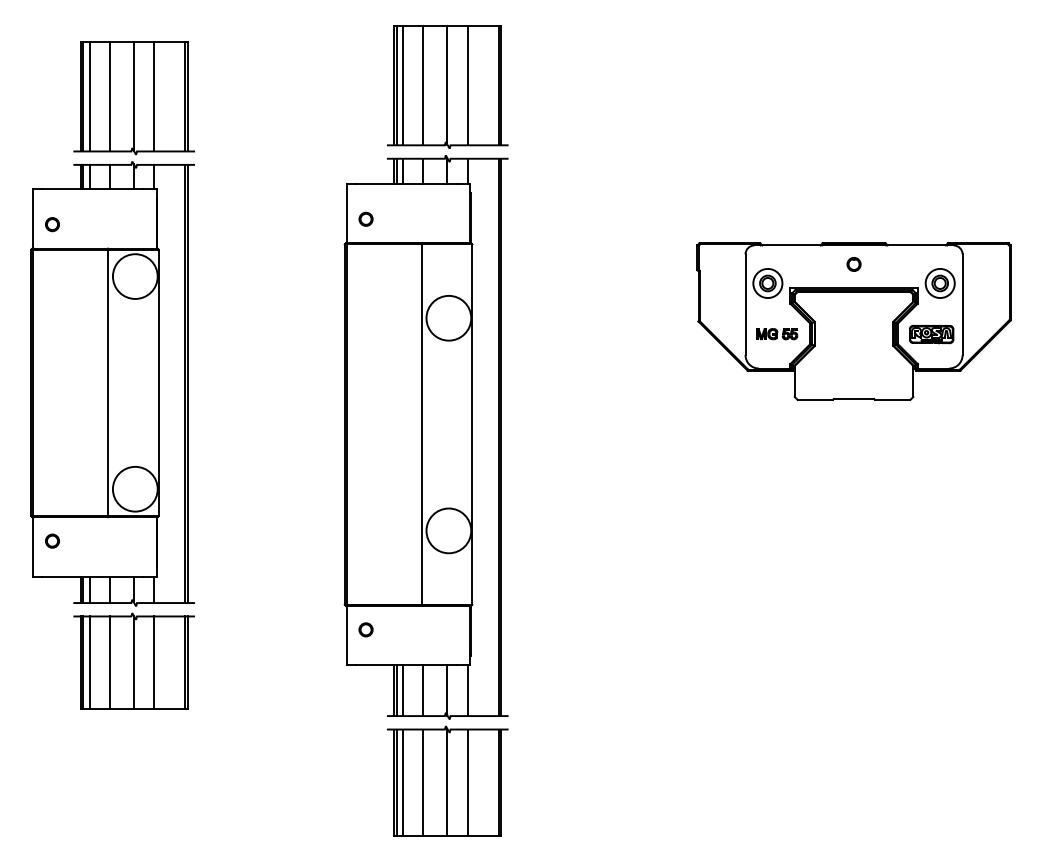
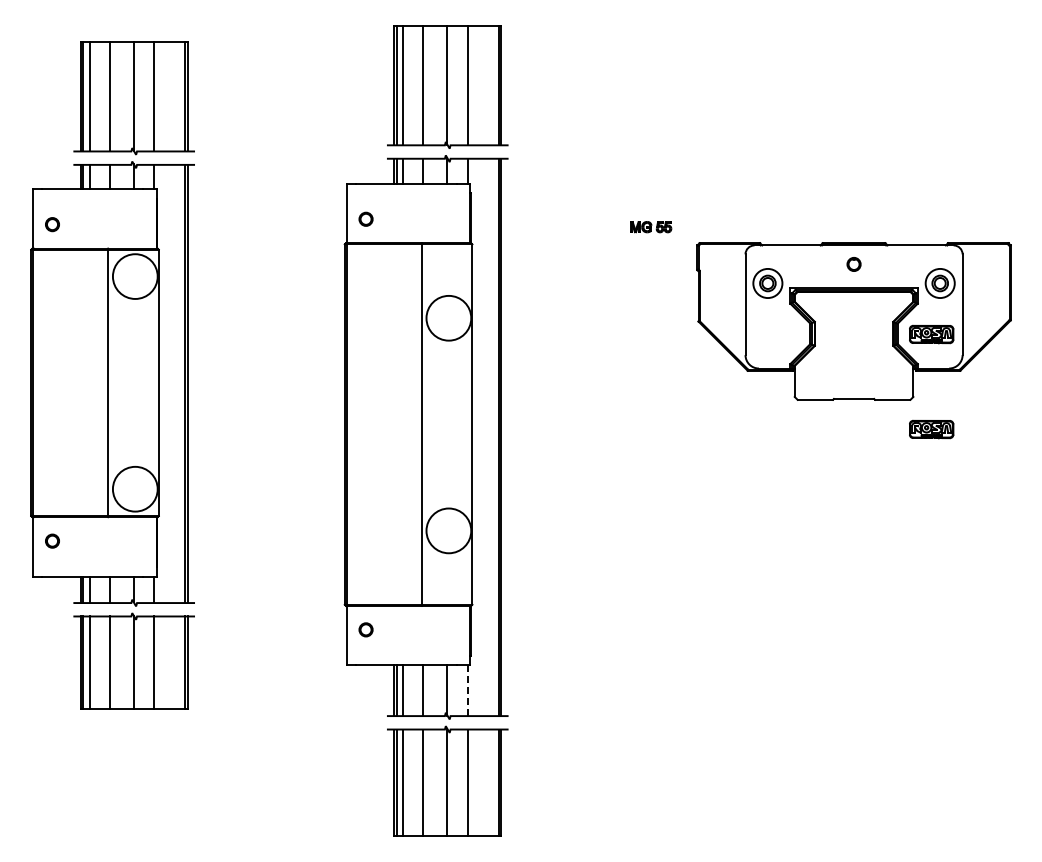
part at (777, 334) position: (777, 334) -> (651, 227)
part at (931, 429): none -> present
line at (467, 691): solid -> dashed
